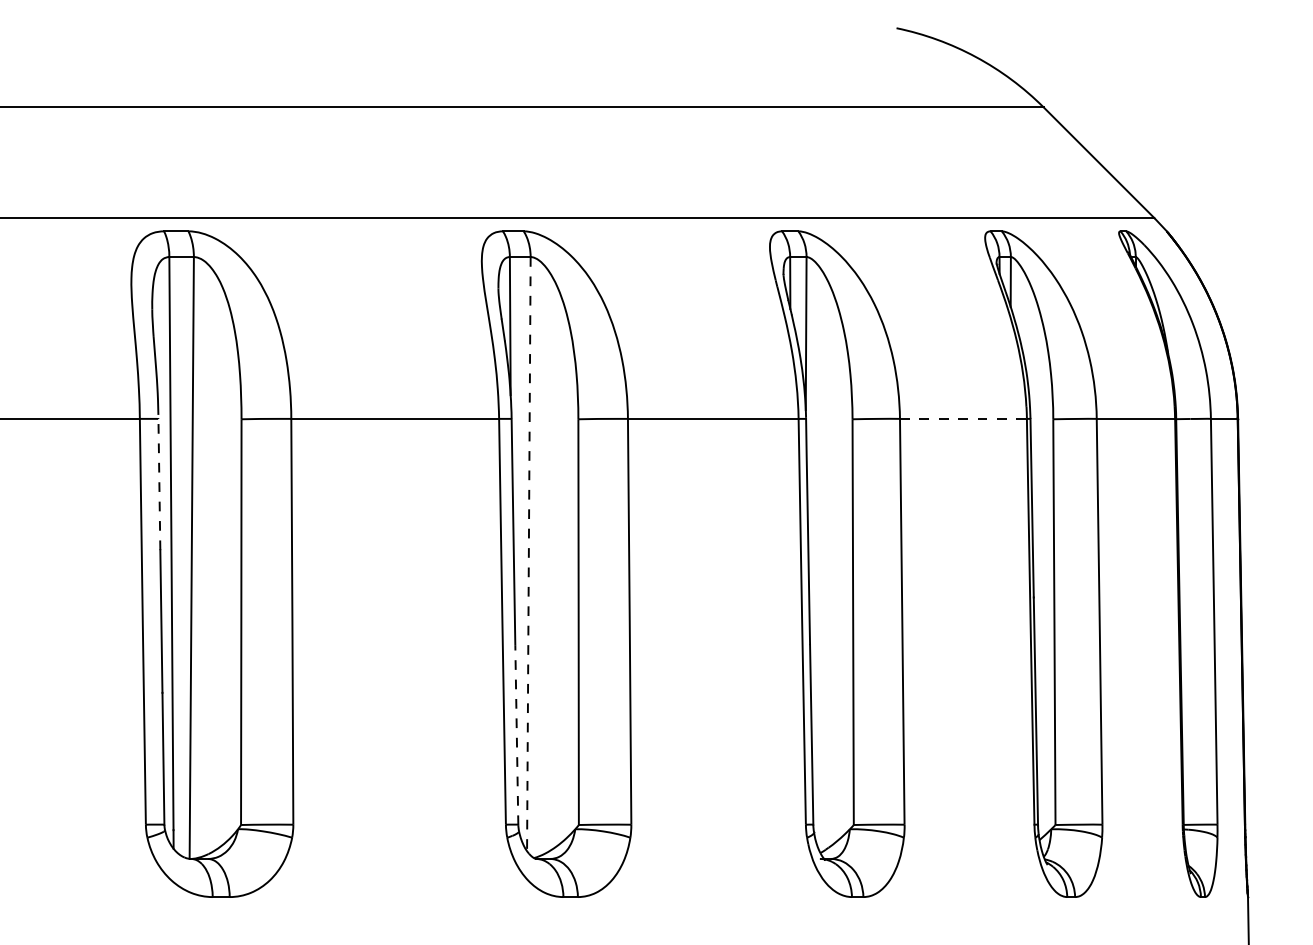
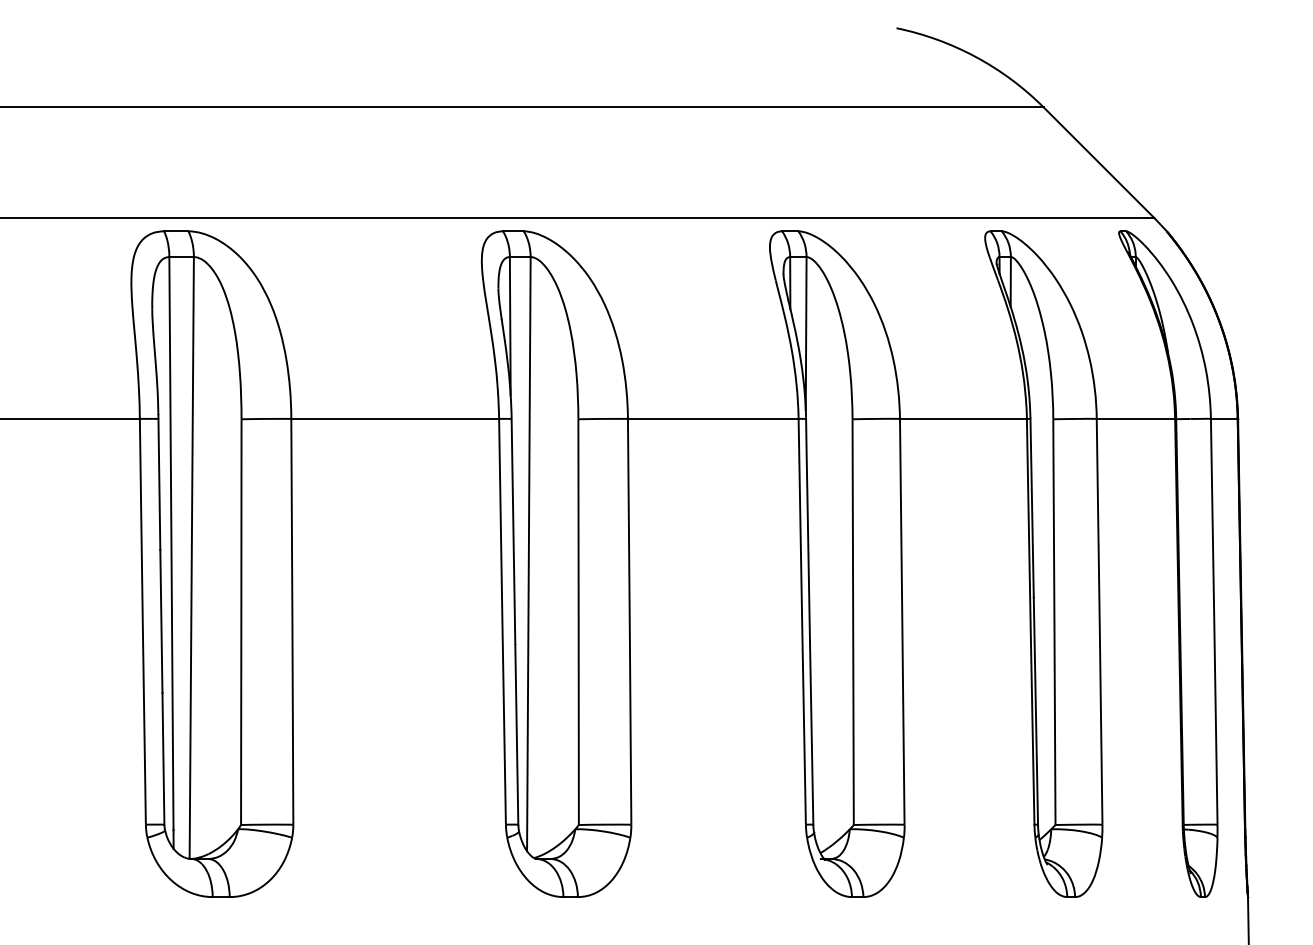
line at (963, 418): dashed -> solid
line at (159, 482): dashed -> solid
line at (528, 554): dashed -> solid
line at (516, 735): dashed -> solid
